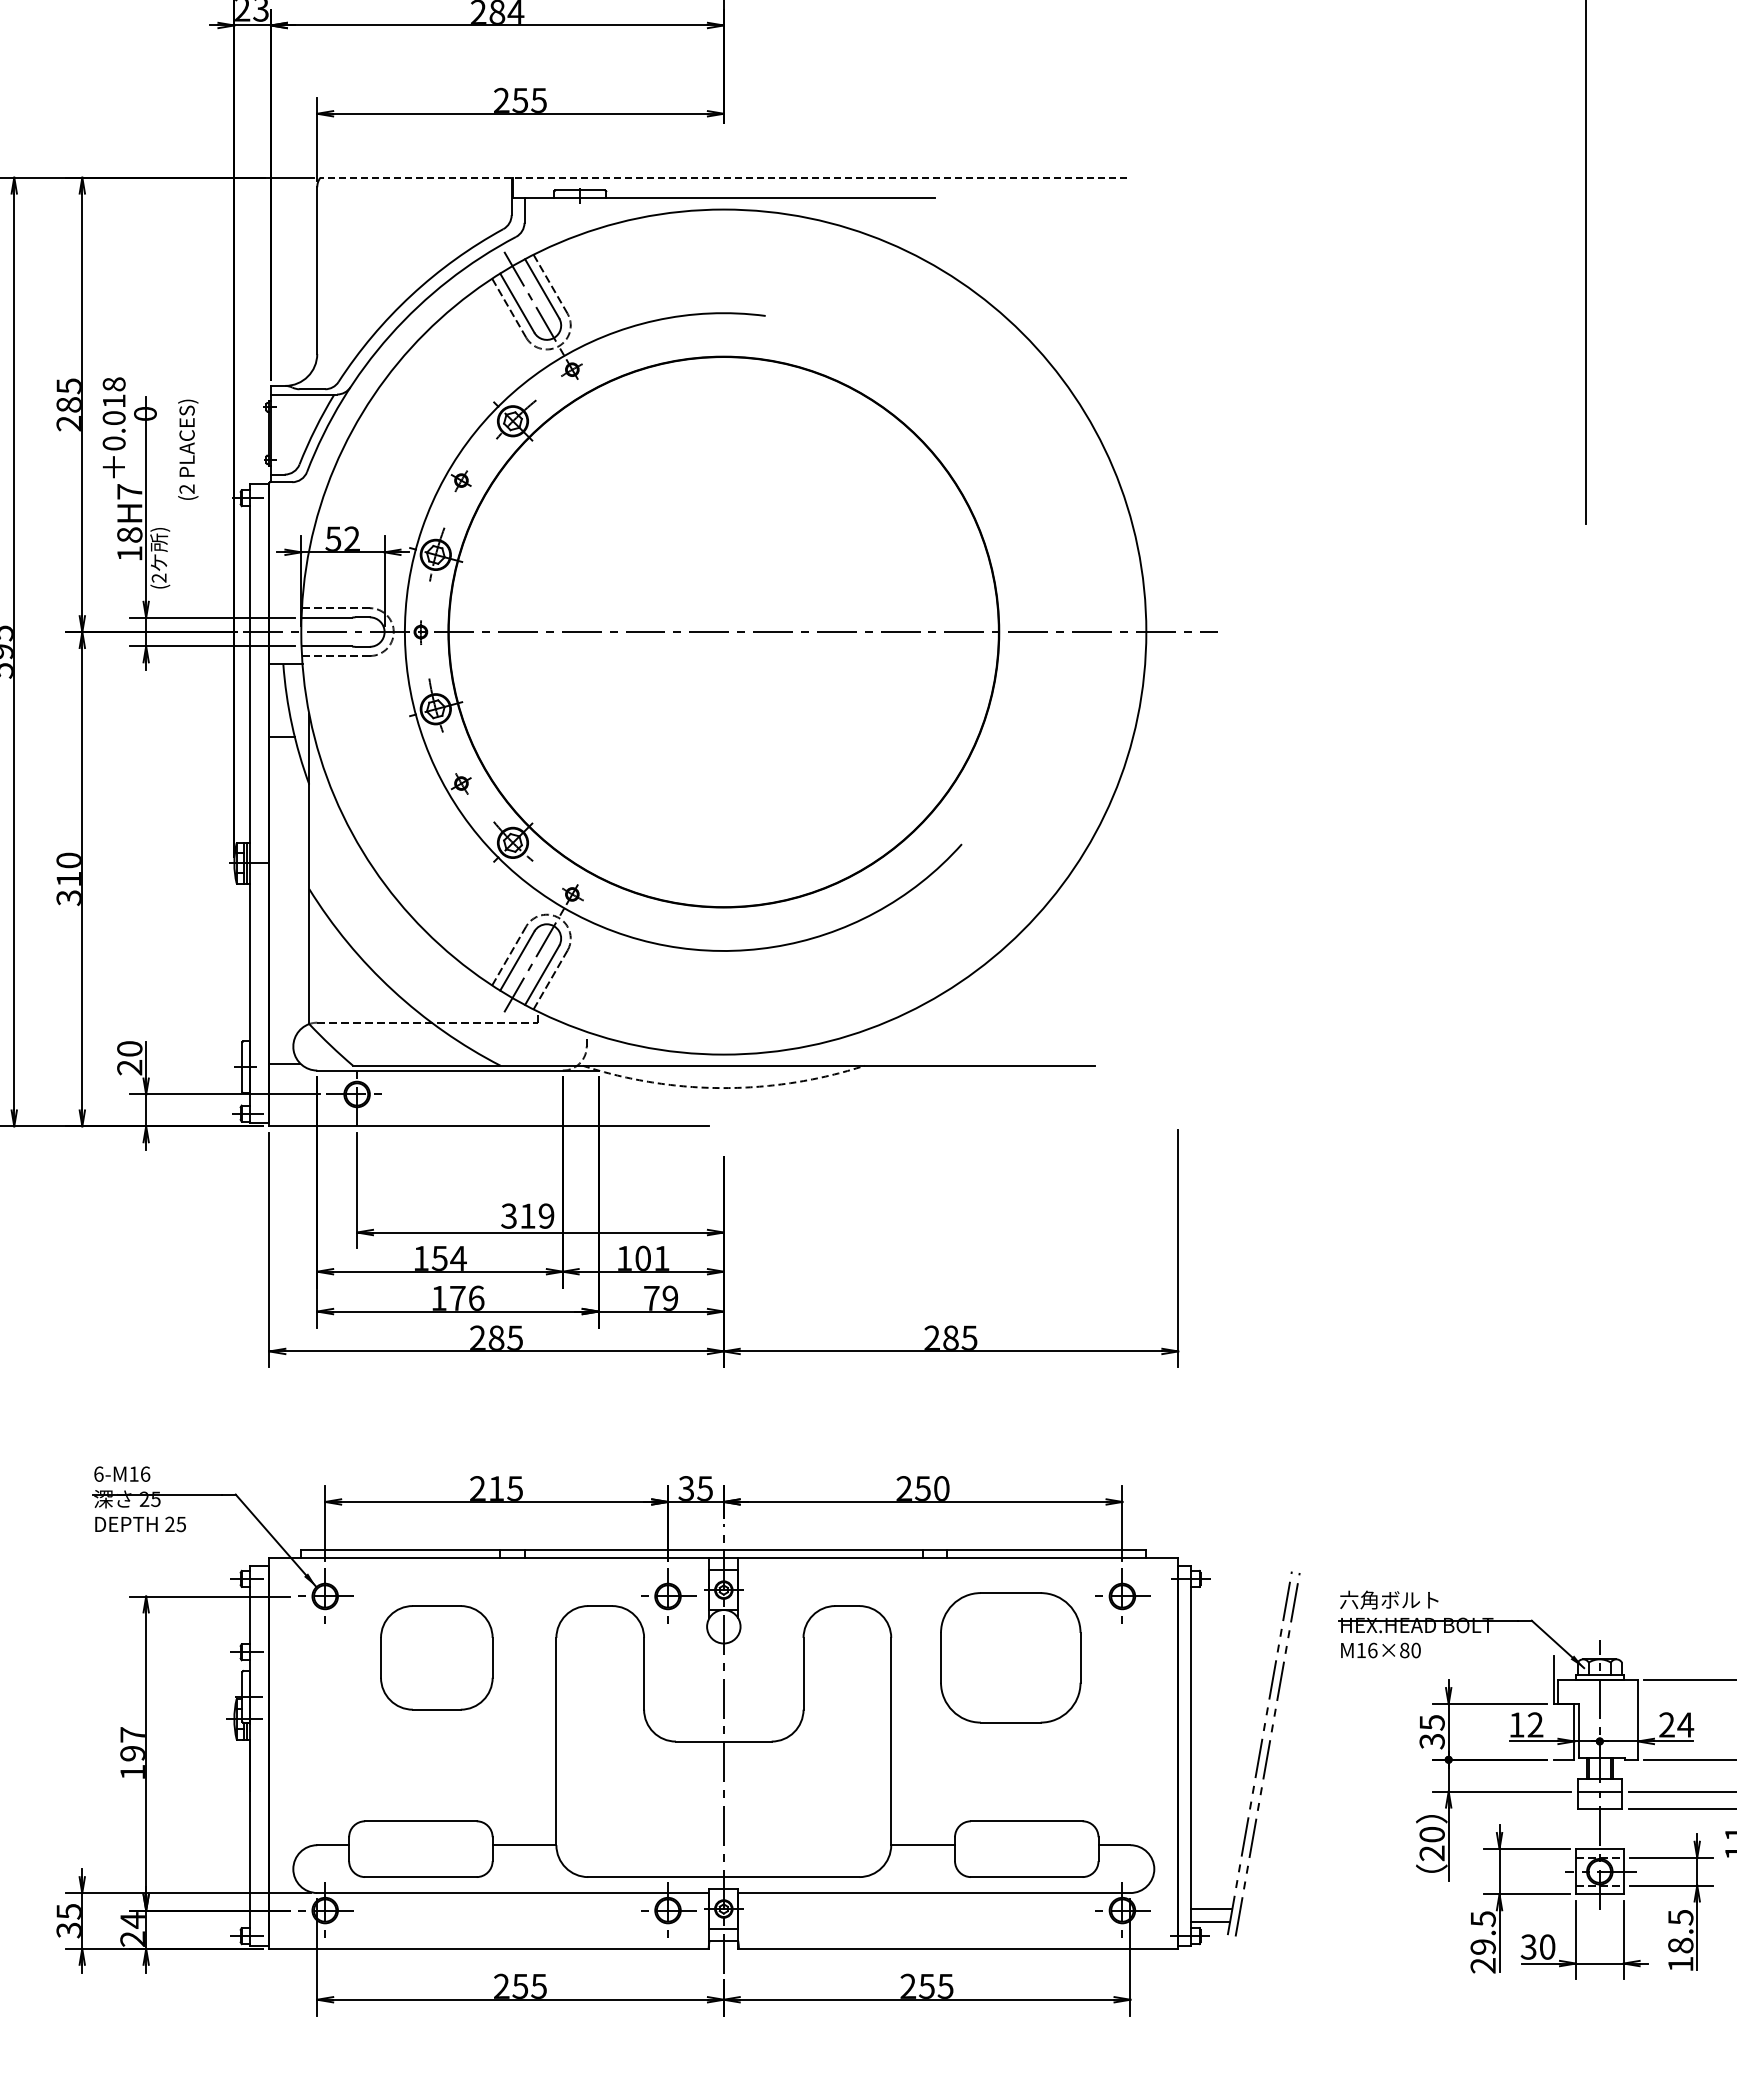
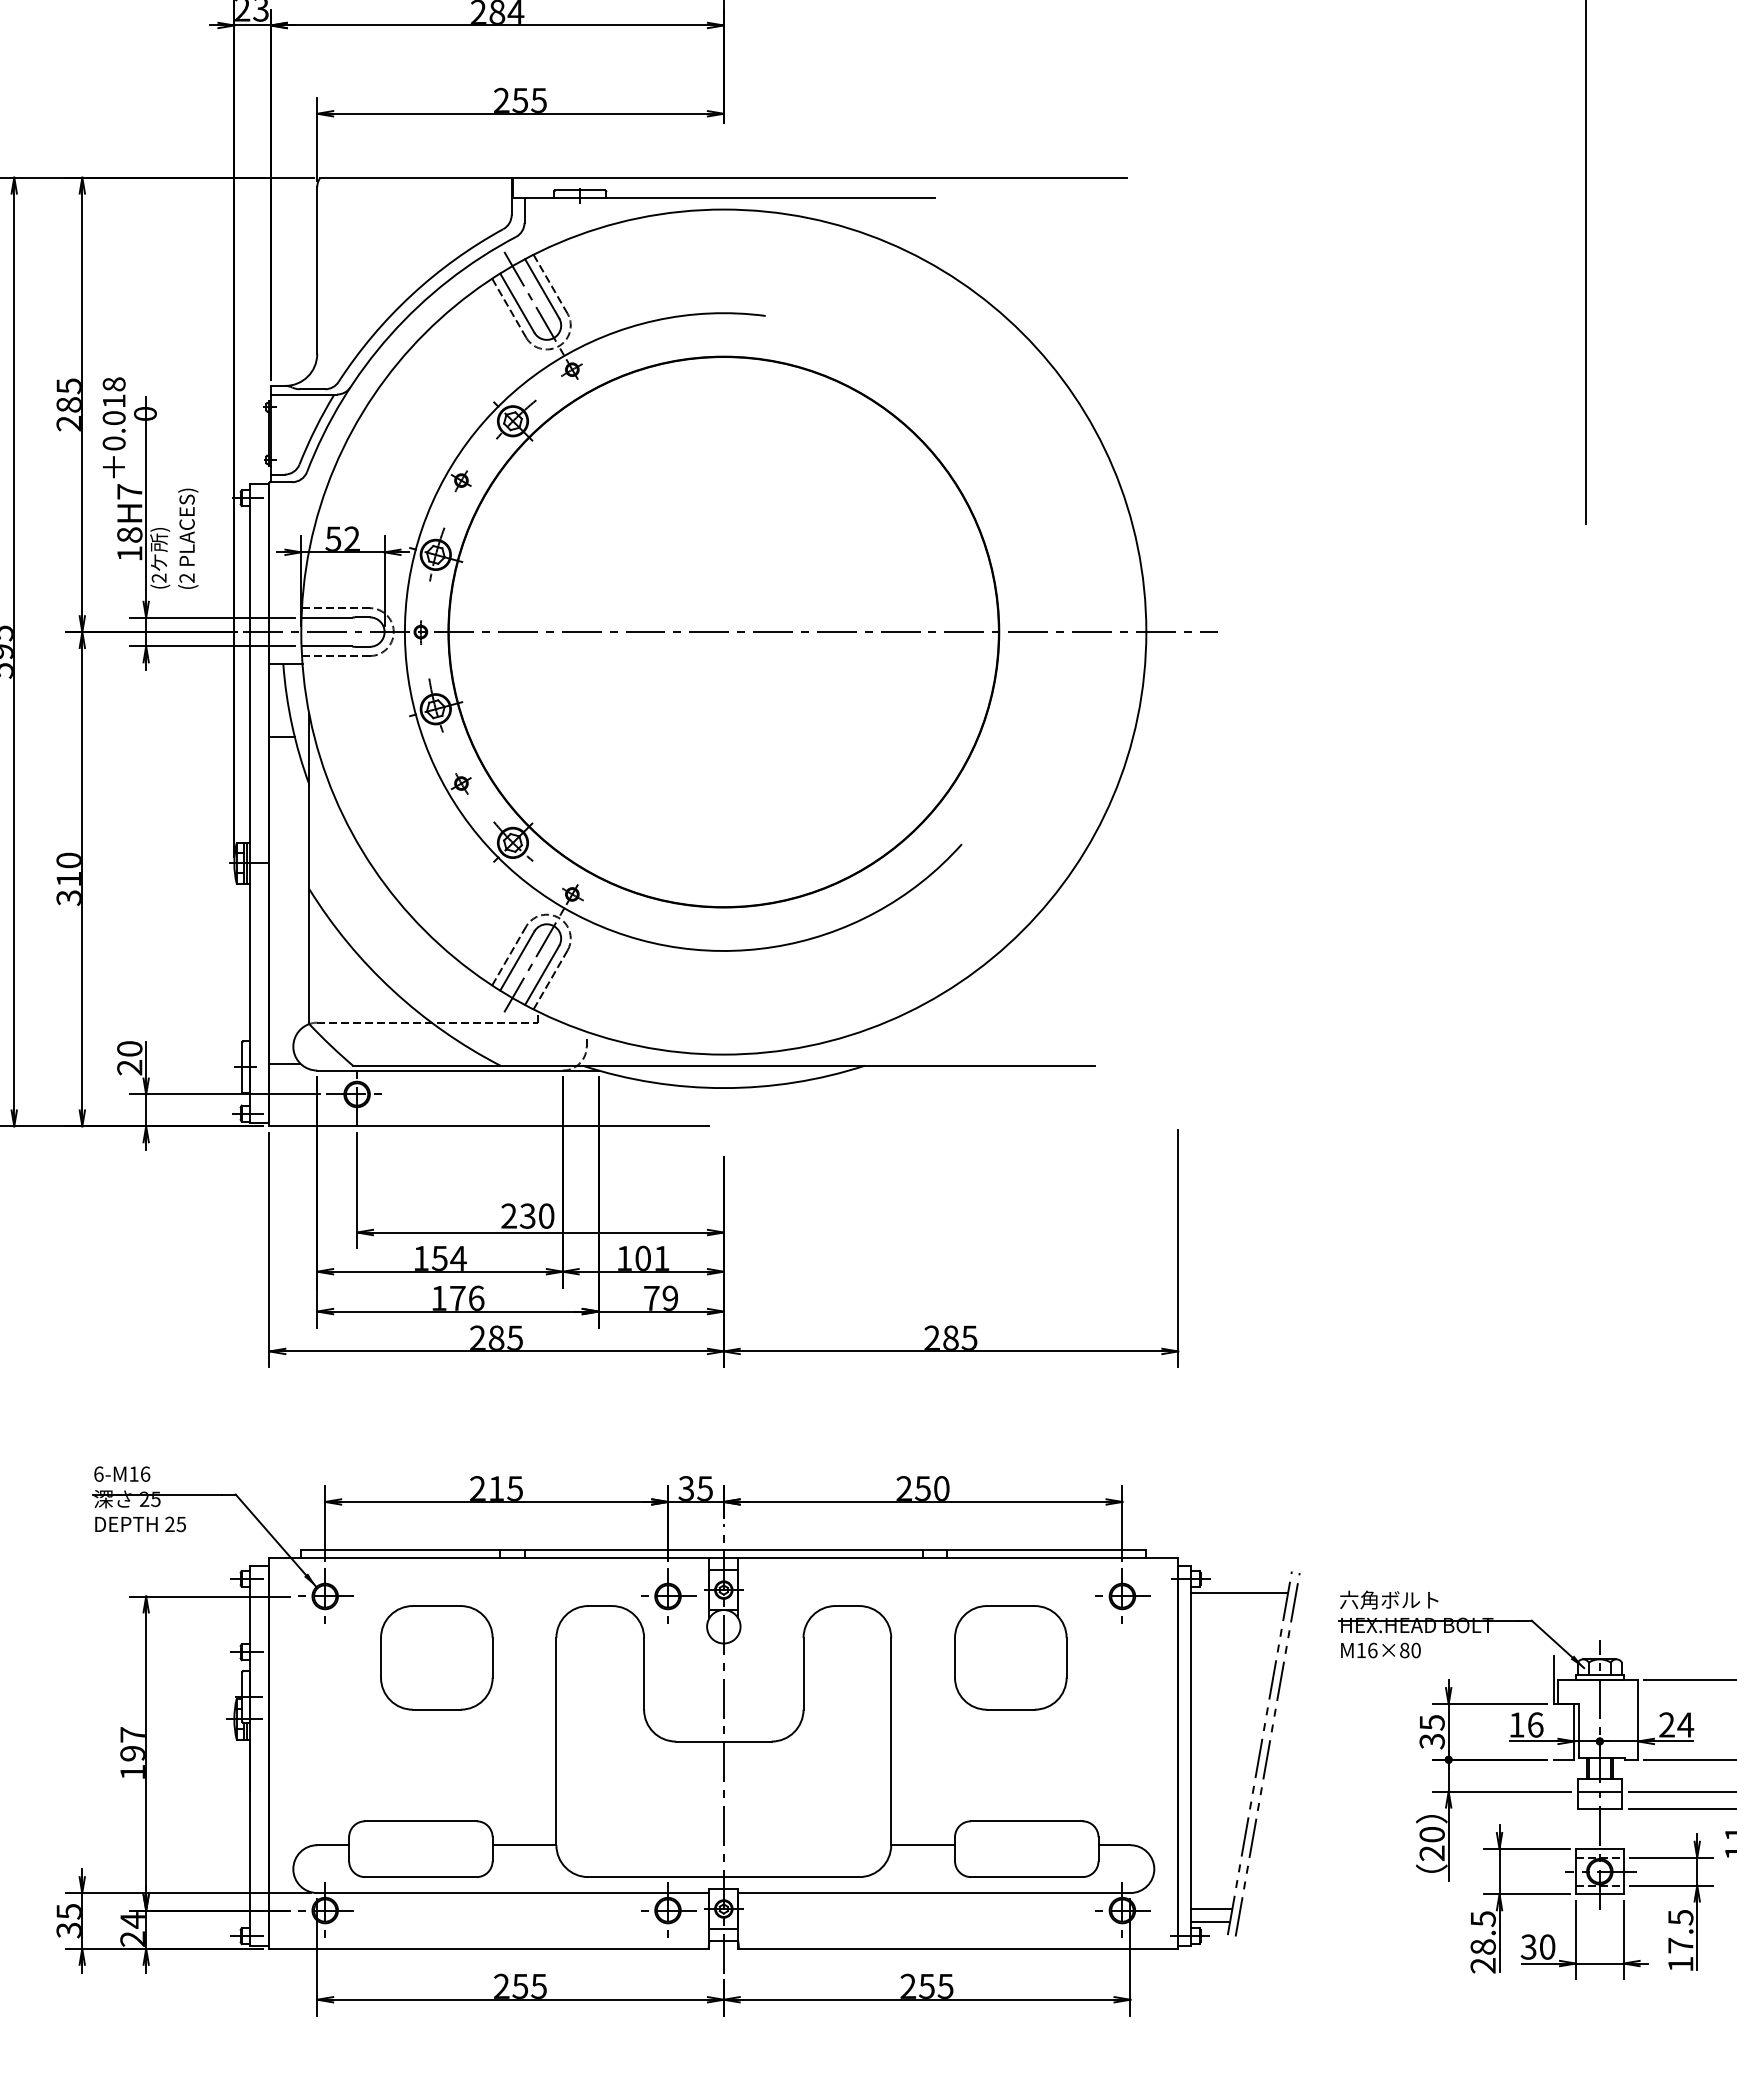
line at (723, 177): dashed -> solid
text at (188, 449) position: (188, 449) -> (188, 538)
arc at (723, 1088): dashed -> solid
text at (527, 1215): 319 -> 230
line at (1239, 1593): none -> present
part at (1010, 1657) size: 142x132 px -> 114x106 px
text at (1535, 1724): 12 -> 16
text at (1680, 1945): 18.5 -> 17.5
text at (1482, 1946): 29.5 -> 28.5
